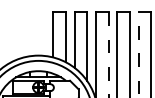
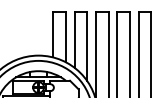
line at (138, 54): dashed -> solid
line at (108, 55): dashed -> solid
